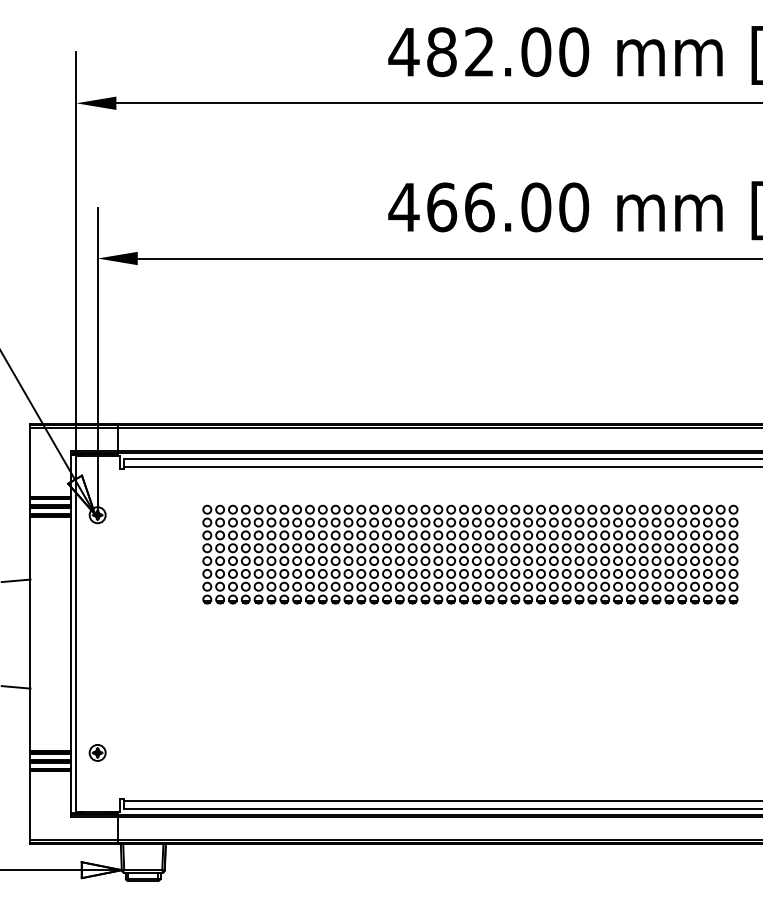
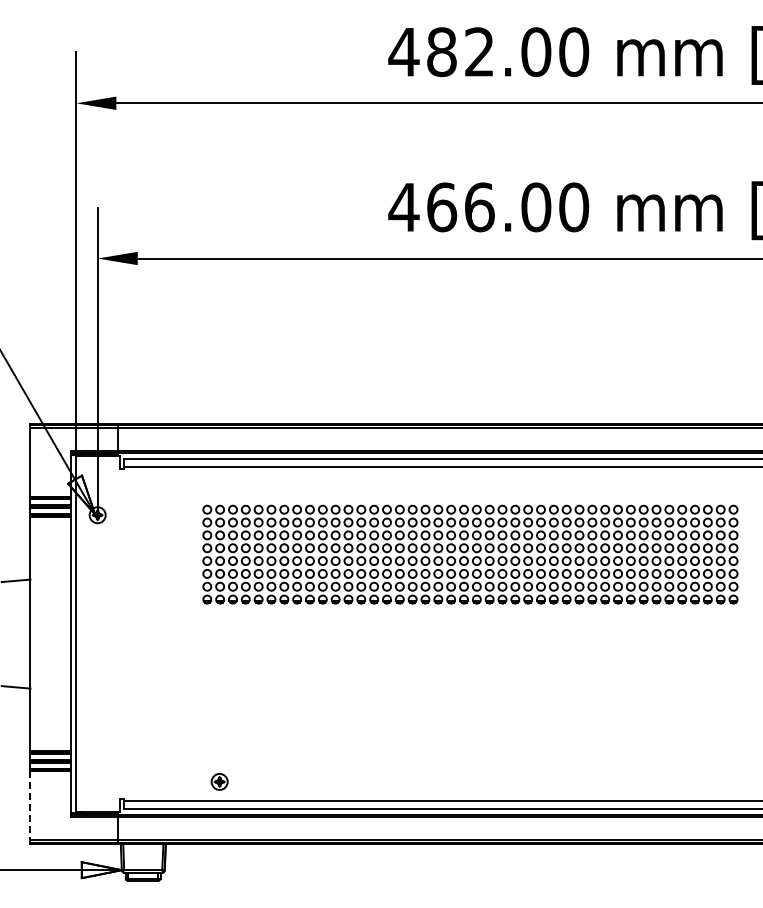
part at (97, 752) position: (97, 752) -> (219, 781)
line at (30, 806): solid -> dashed
